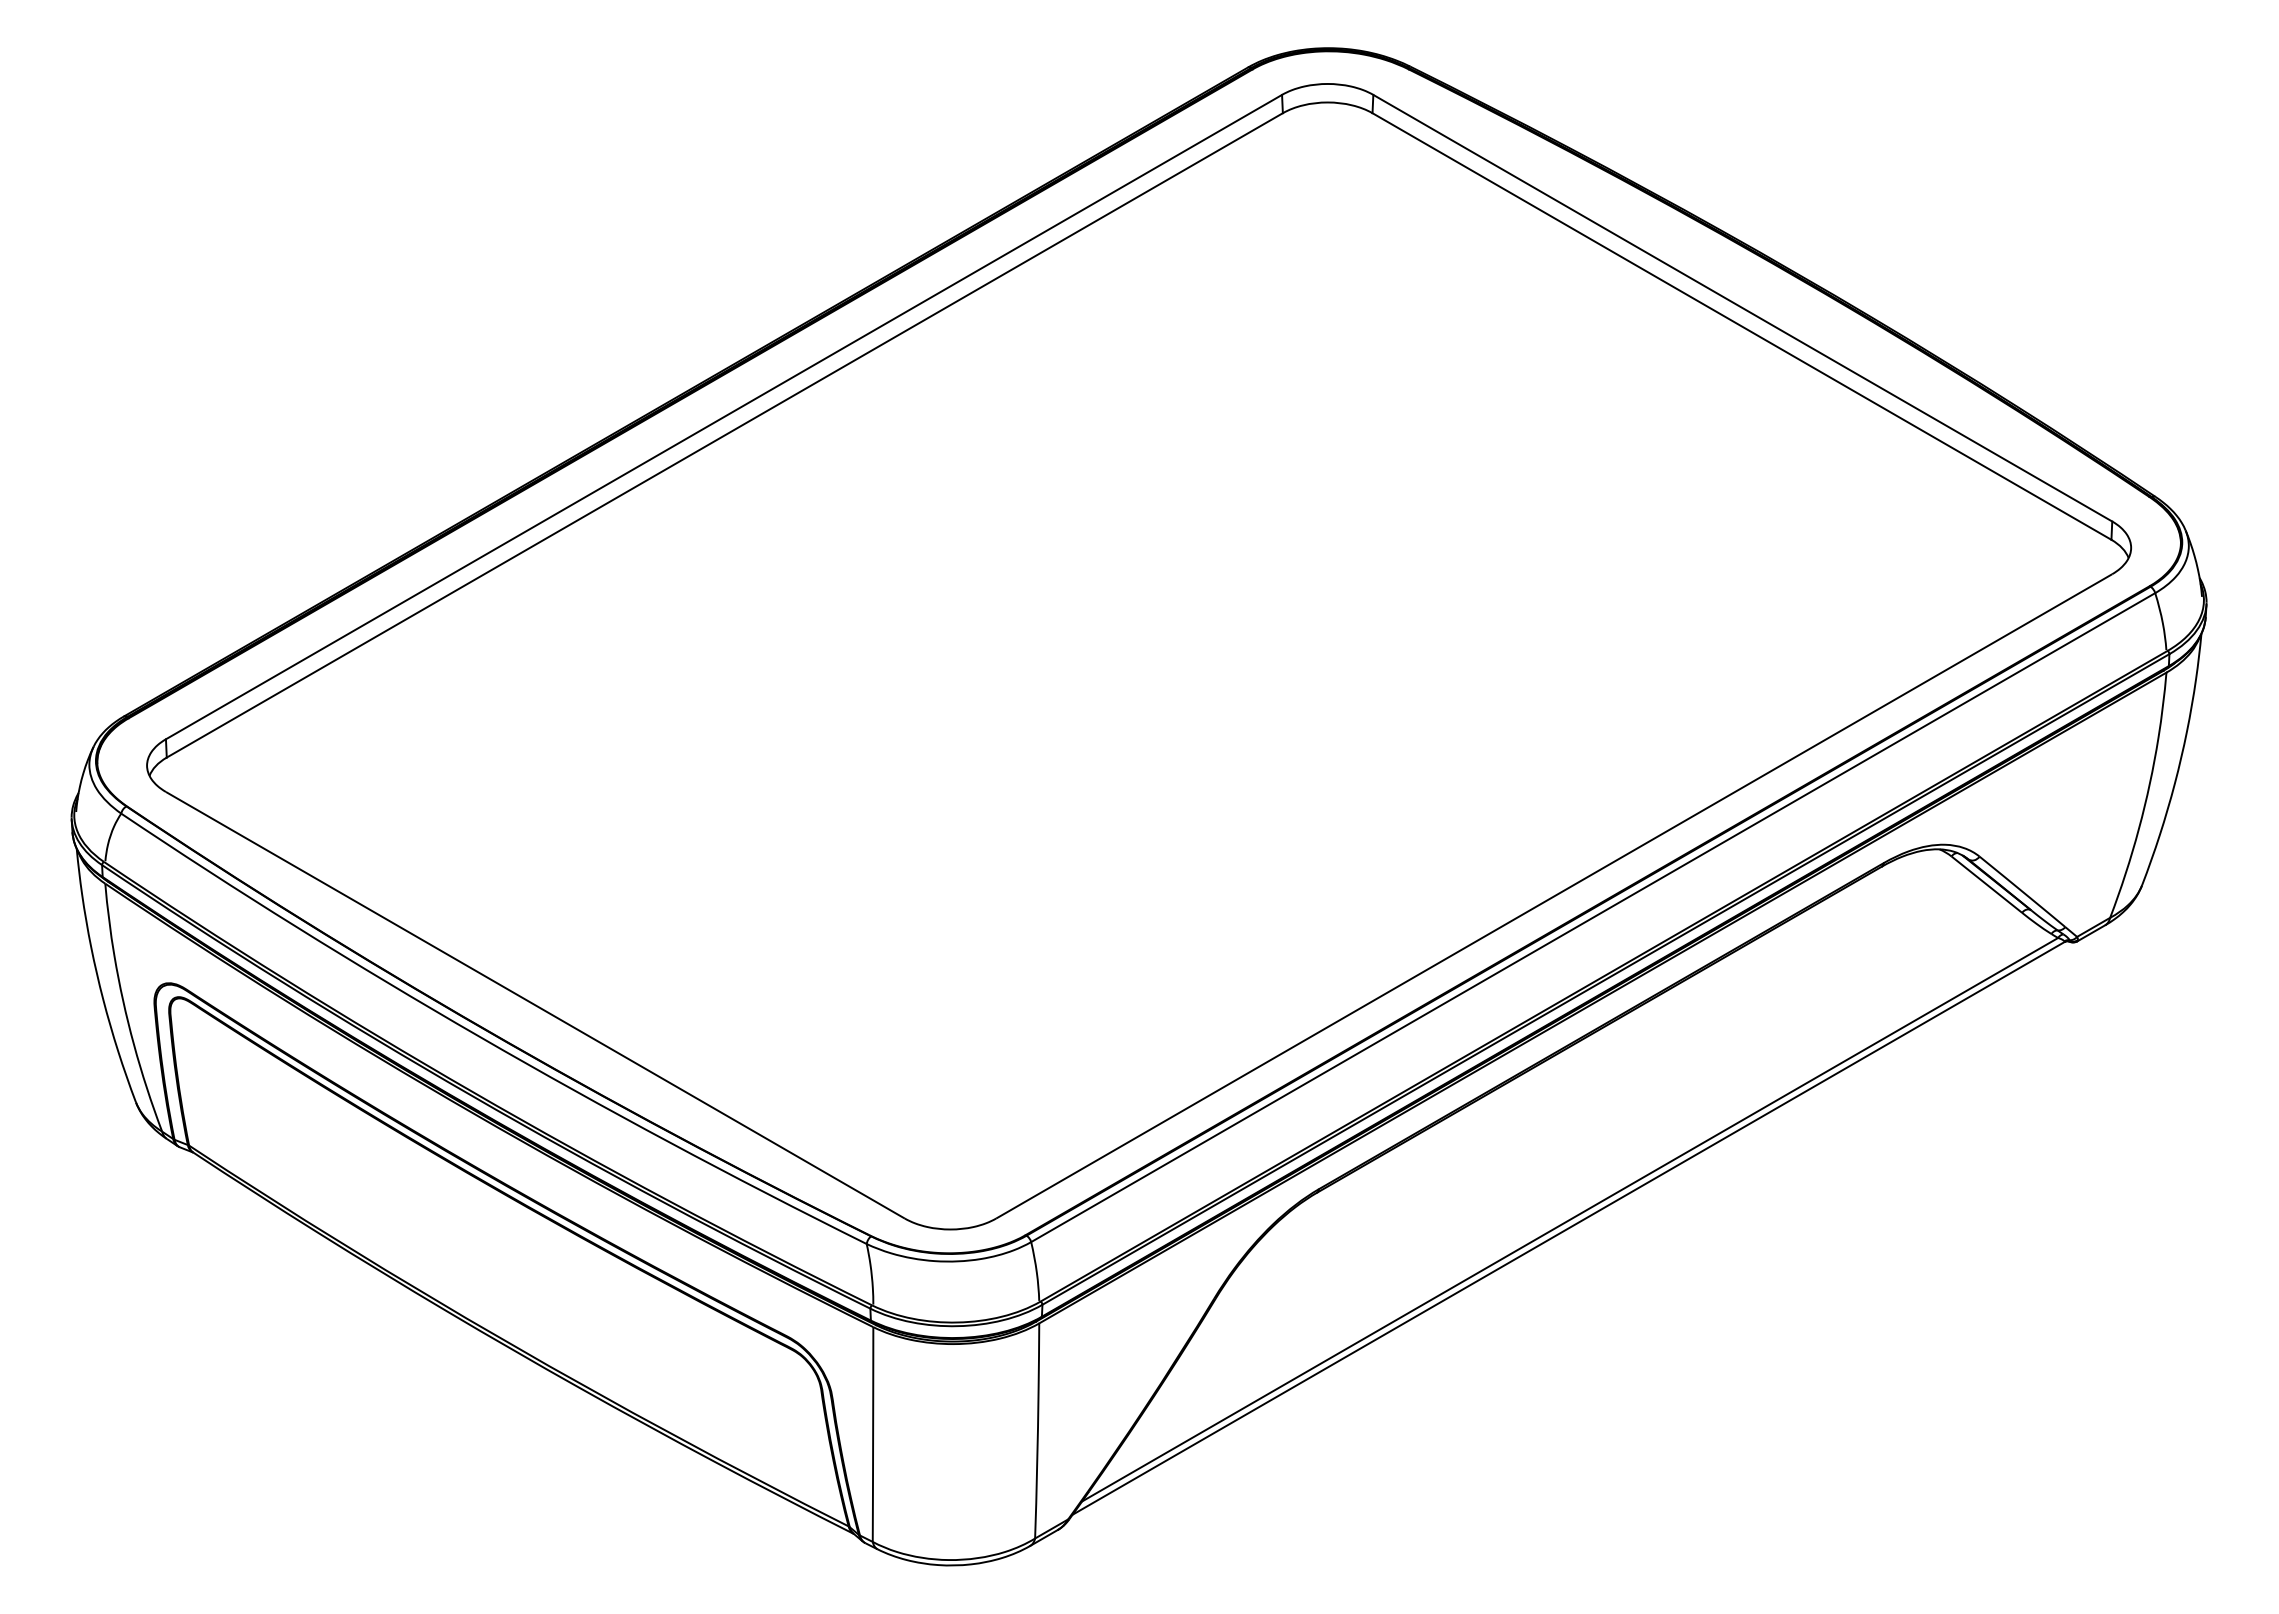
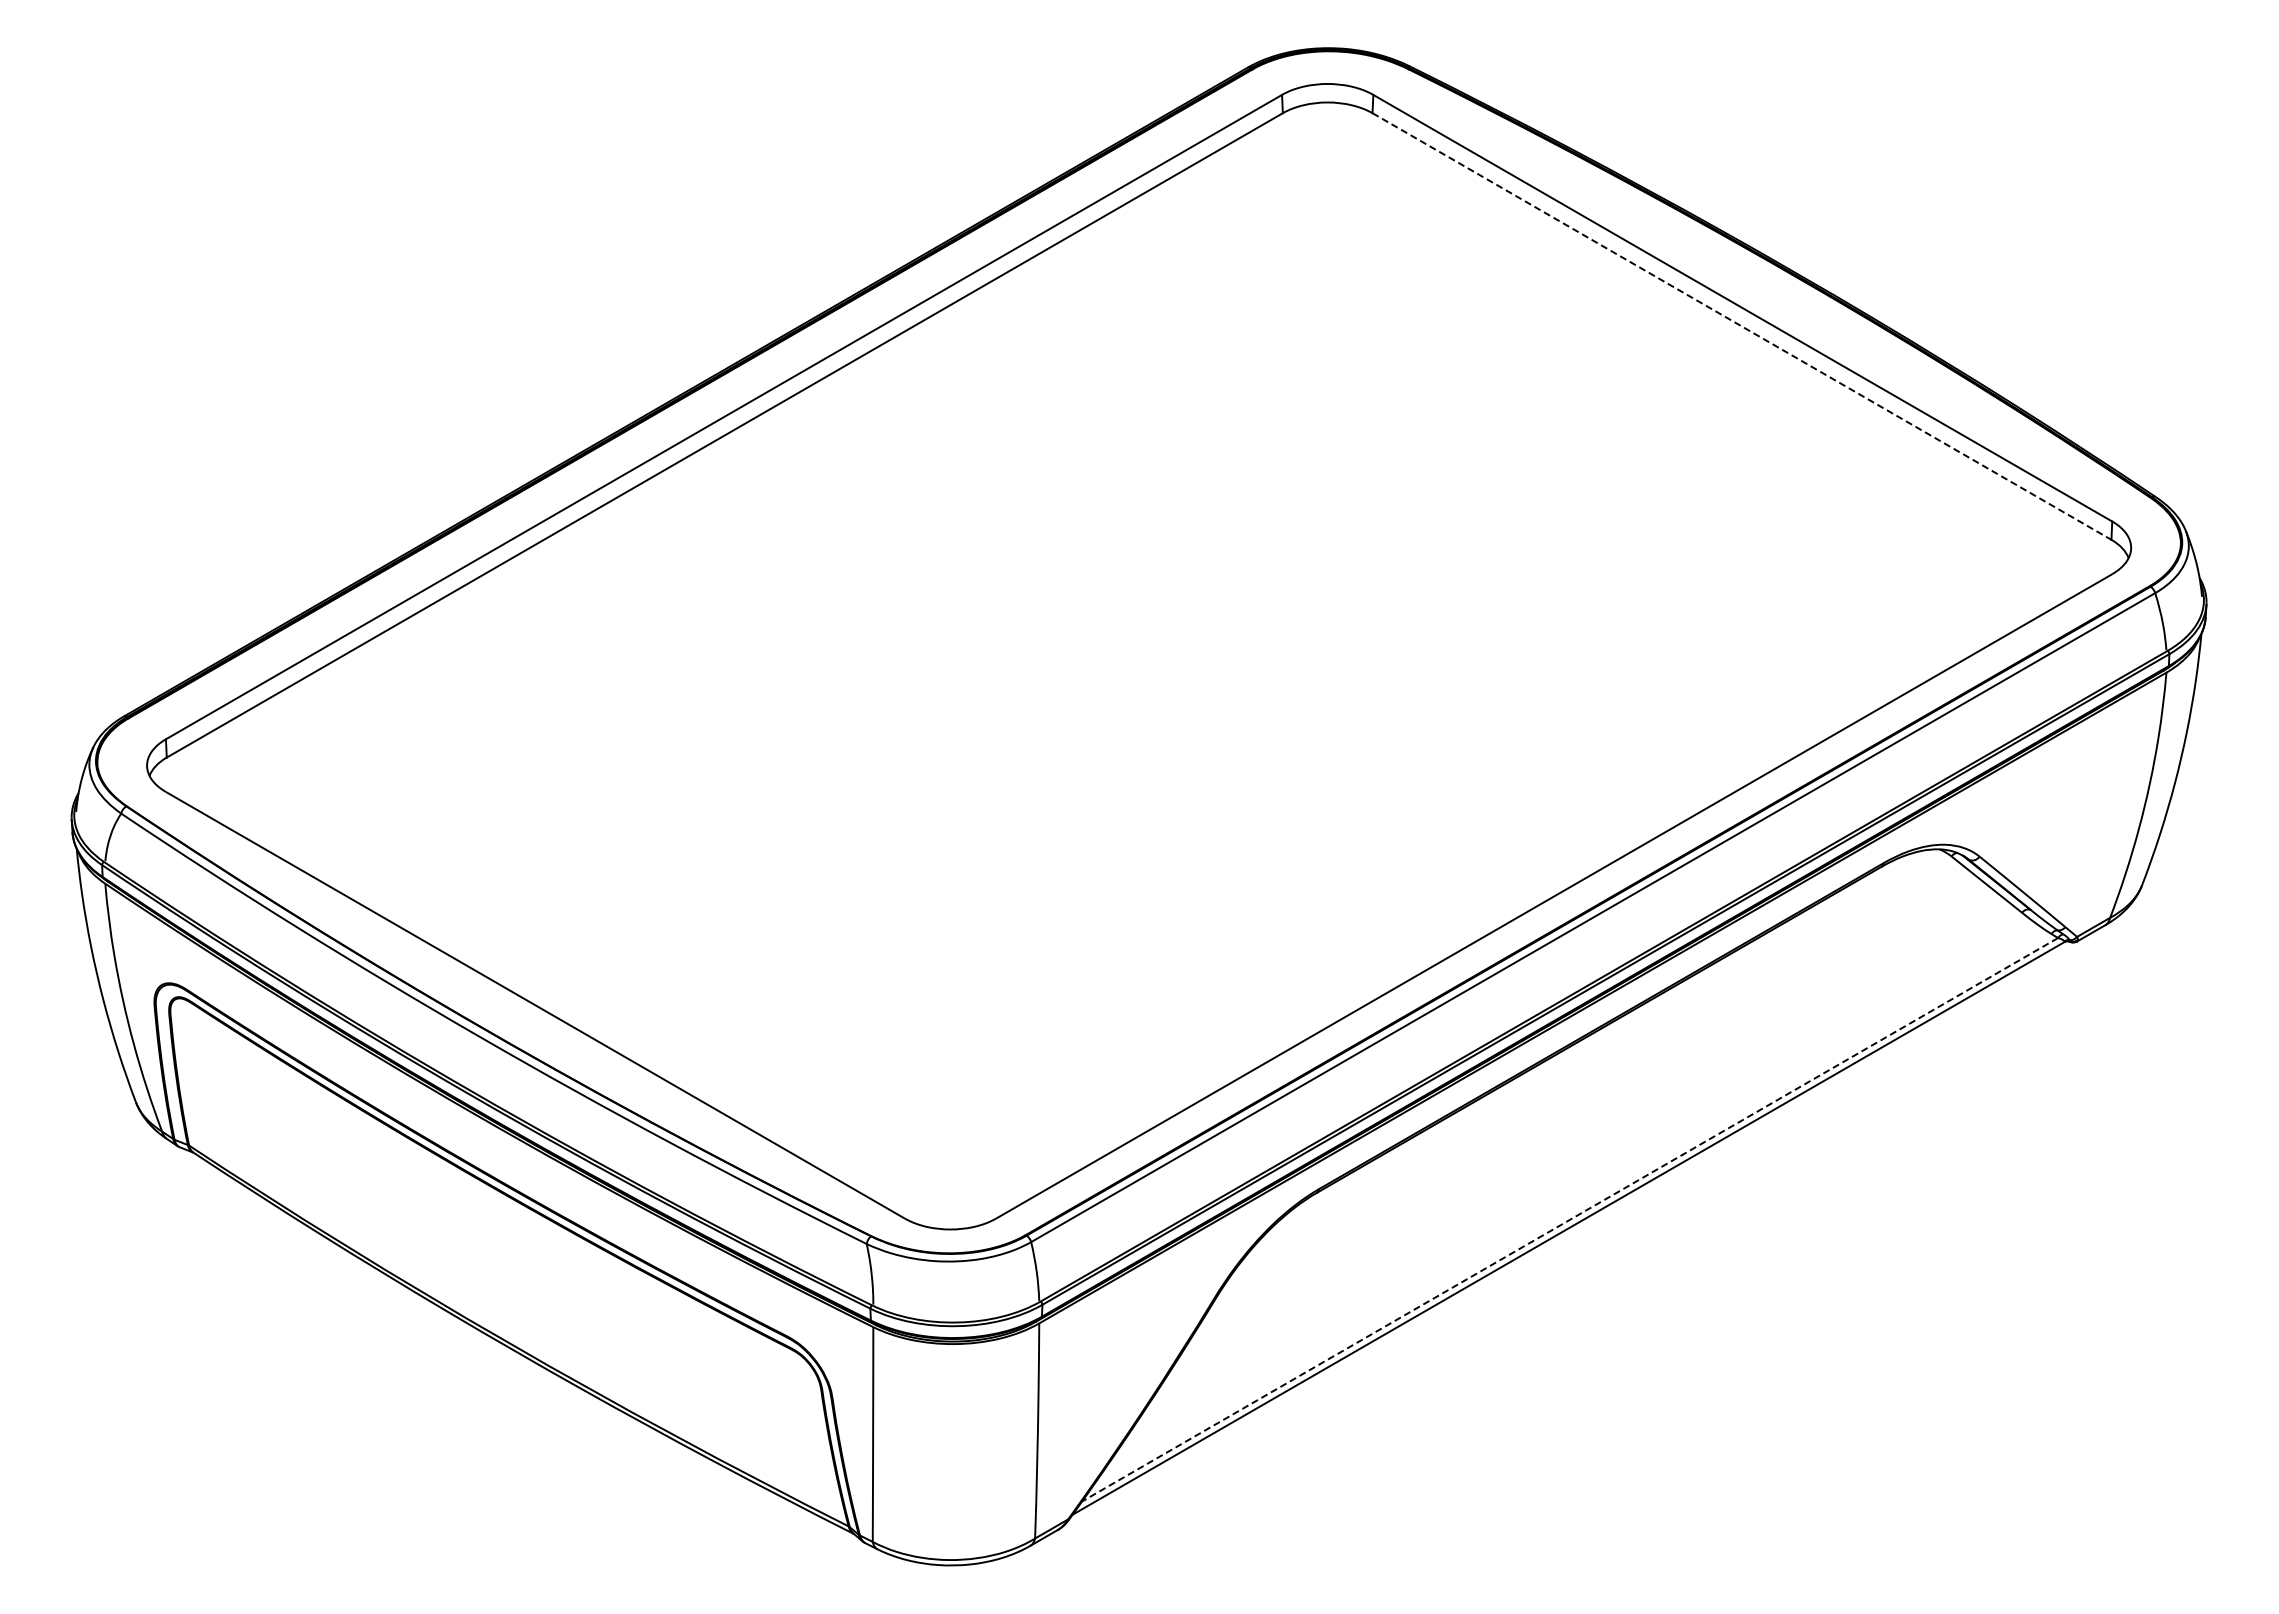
line at (1741, 326): solid -> dashed
line at (1570, 1219): solid -> dashed
